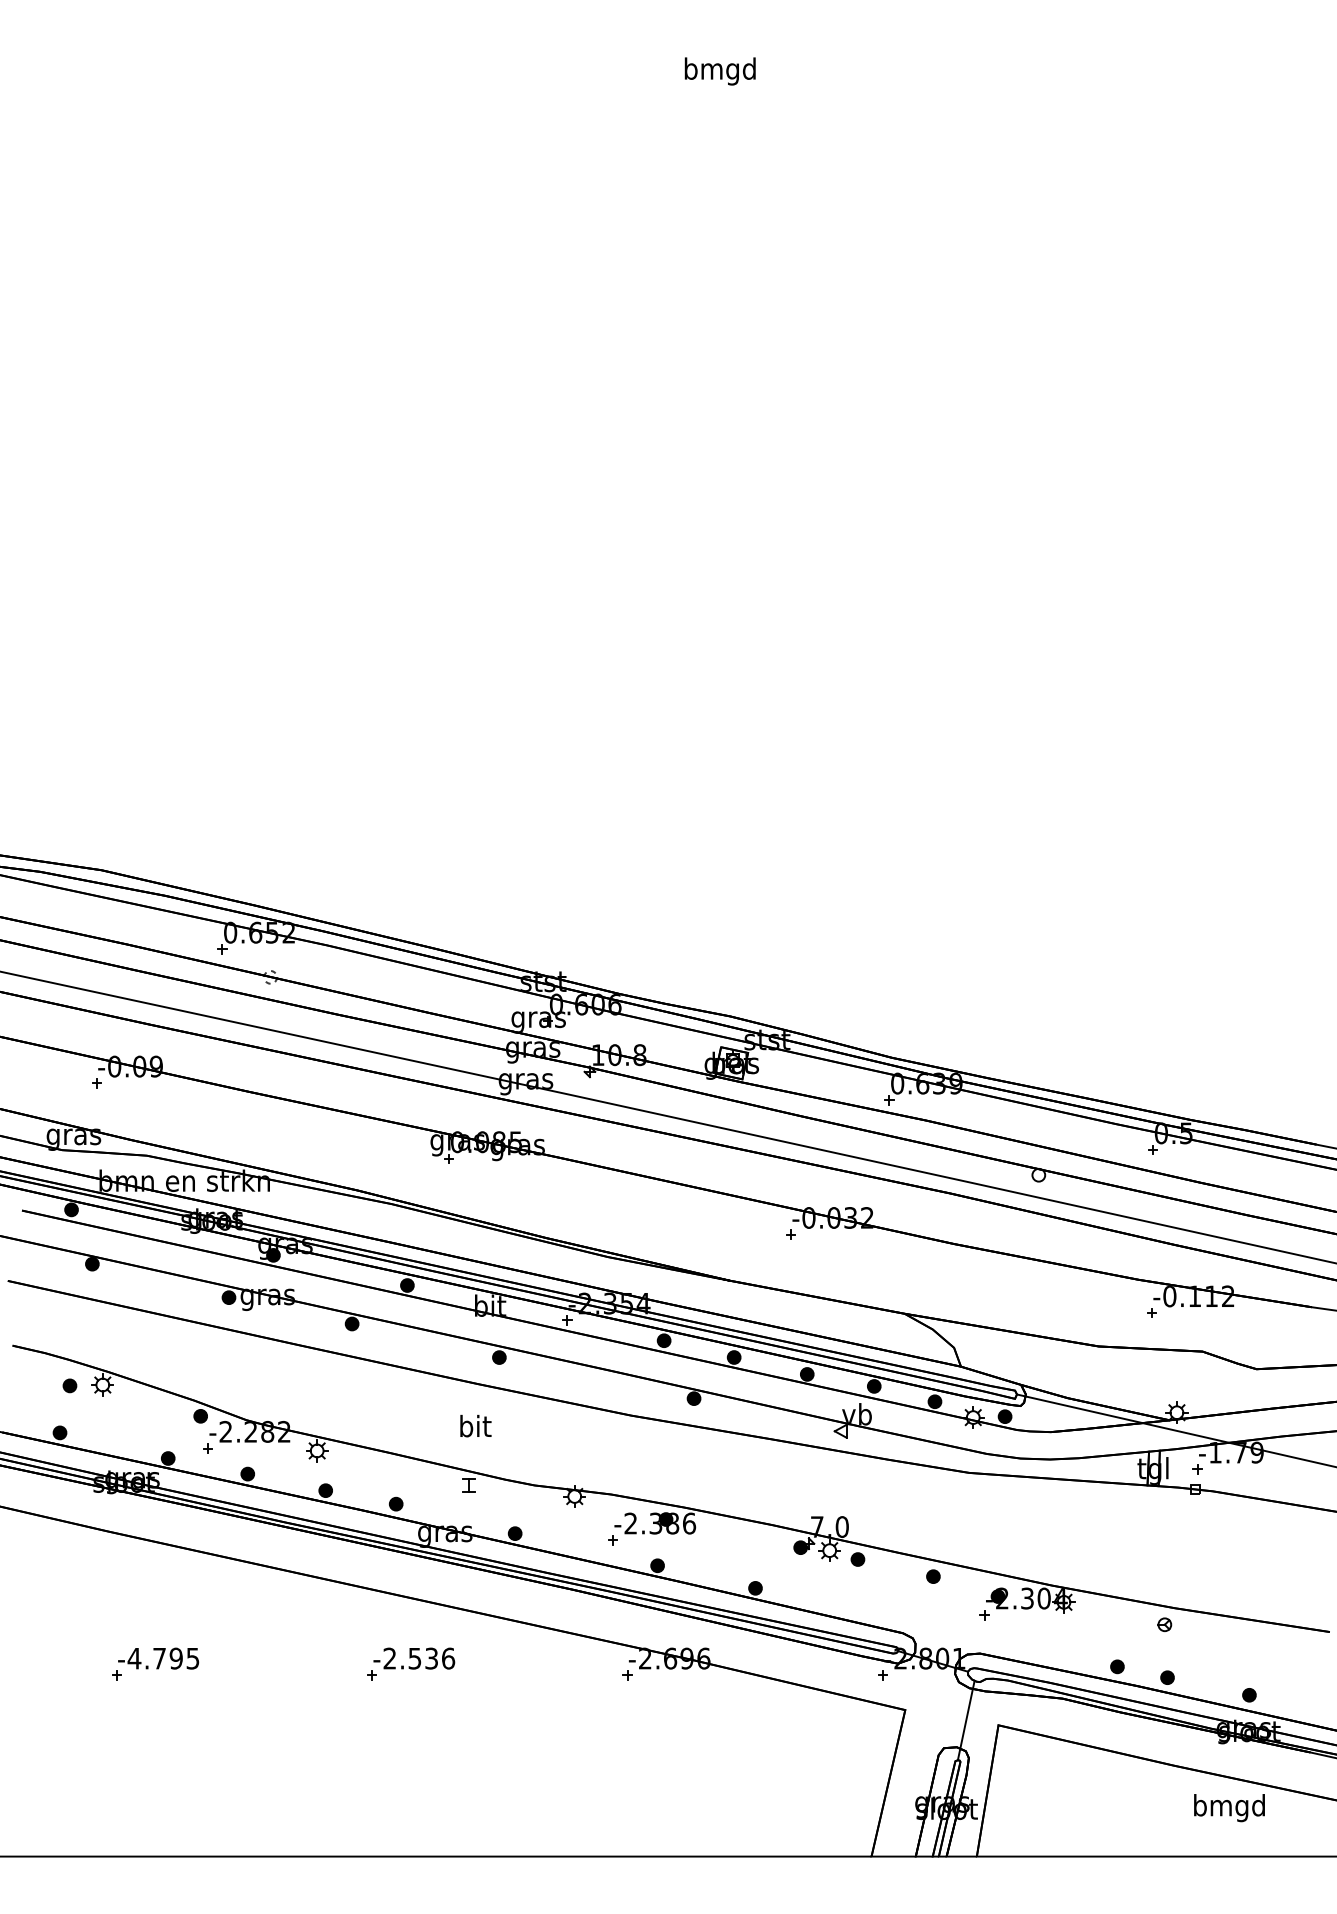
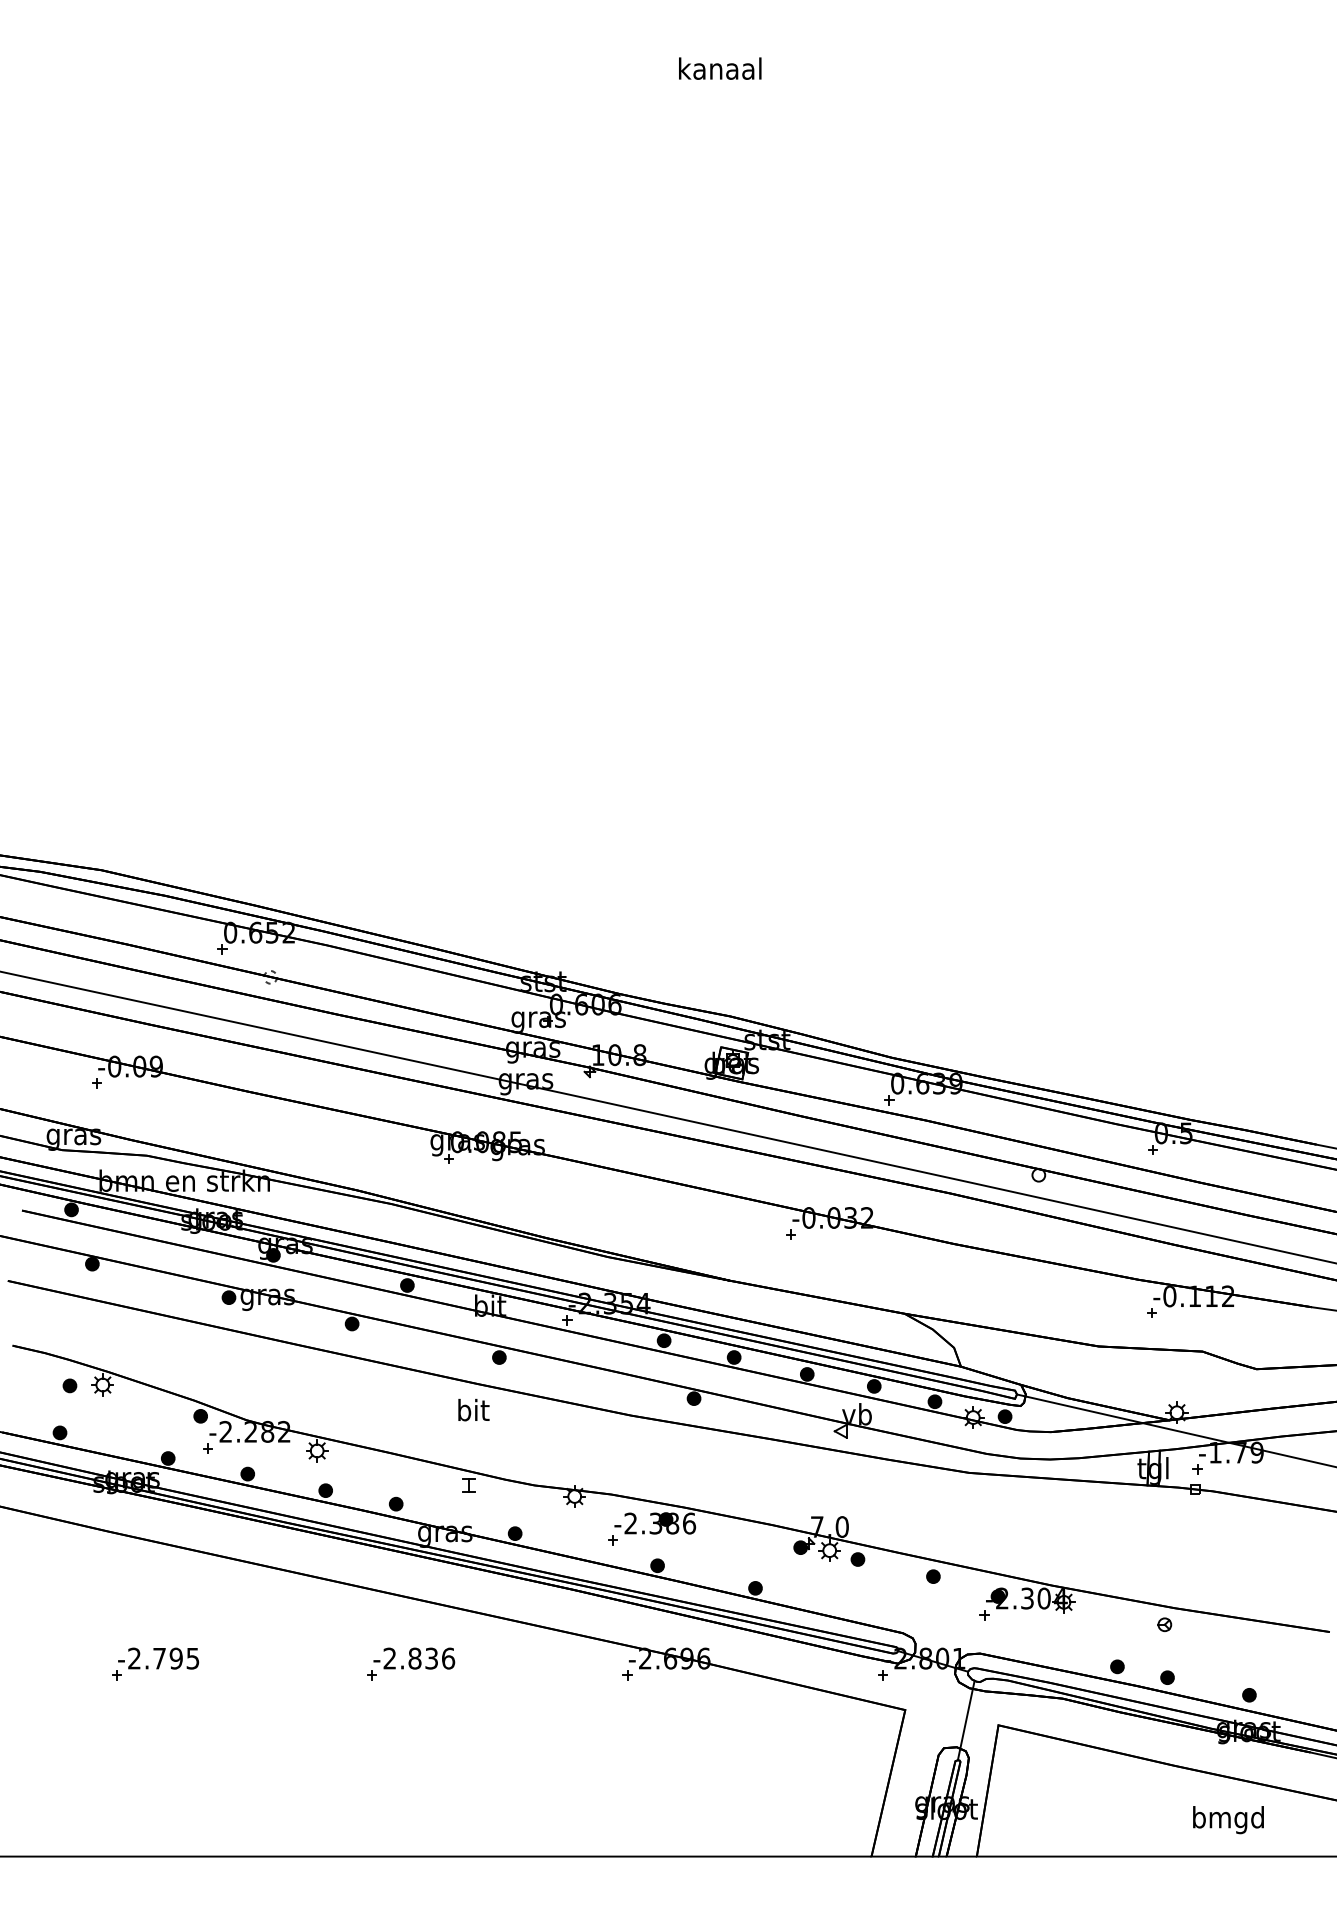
text at (720, 71): bmgd -> kanaal
text at (475, 1425) position: (475, 1425) -> (473, 1409)
text at (134, 1658): -4.795 -> -2.795
text at (414, 1658): -2.536 -> -2.836
text at (1229, 1808) position: (1229, 1808) -> (1228, 1820)
